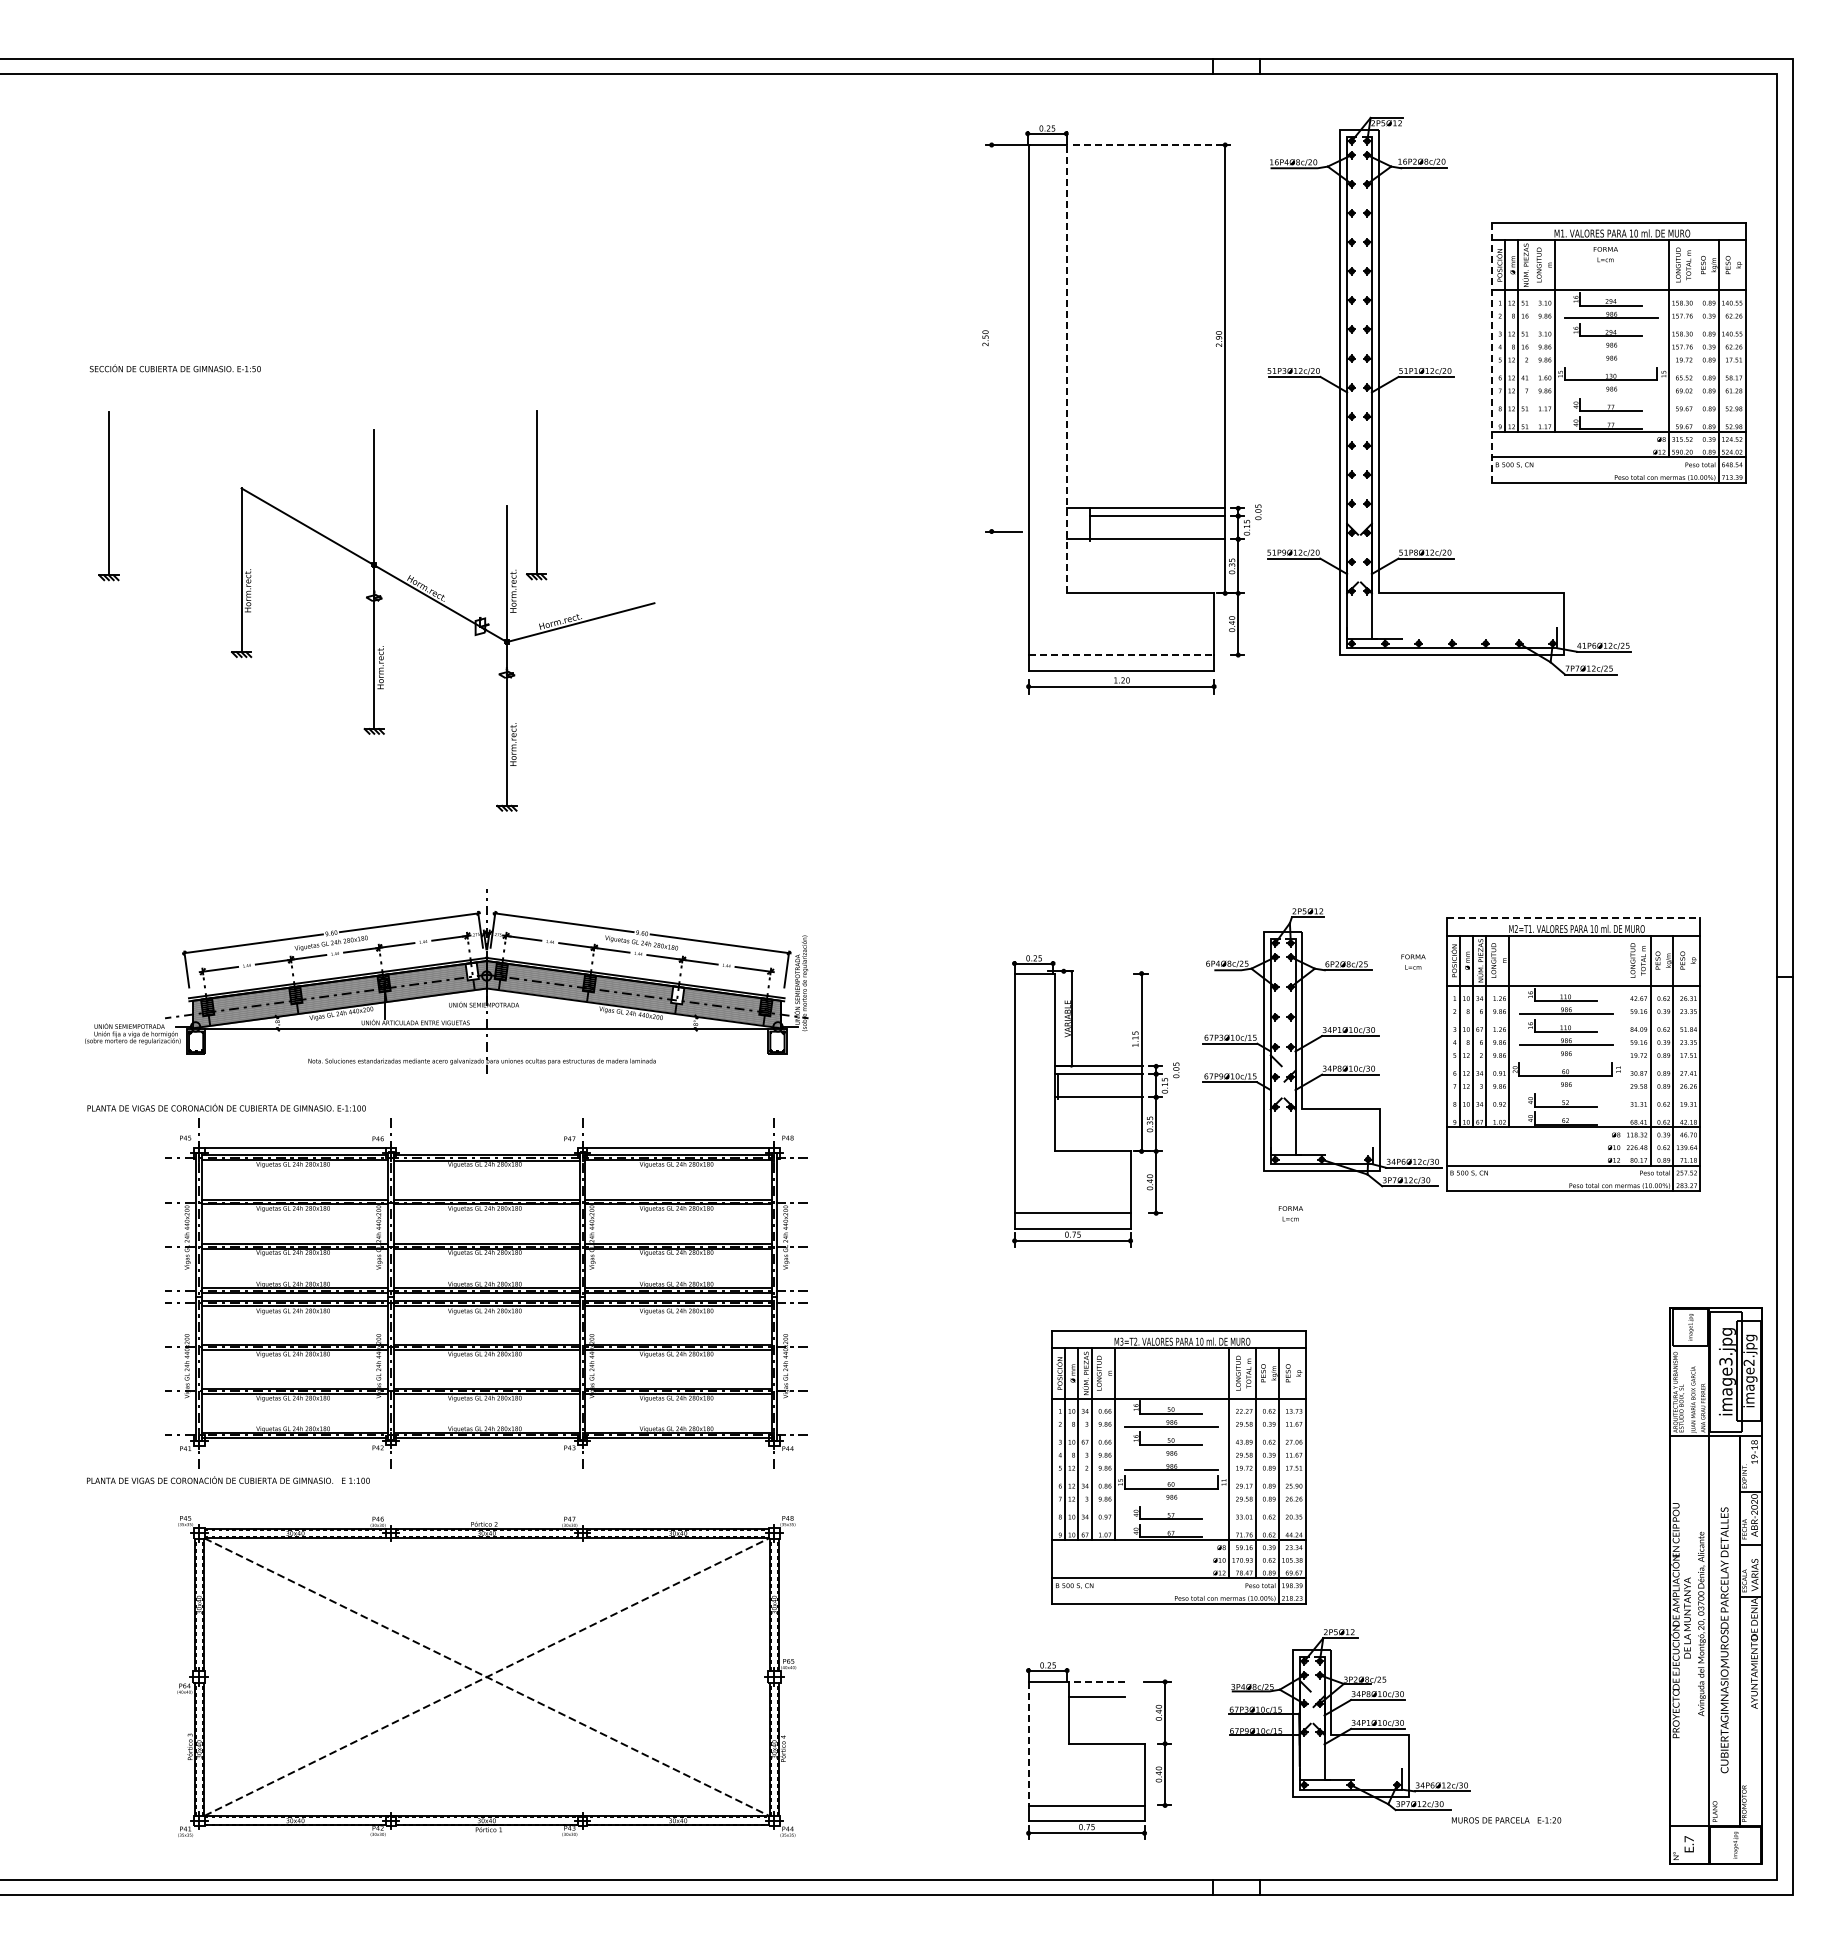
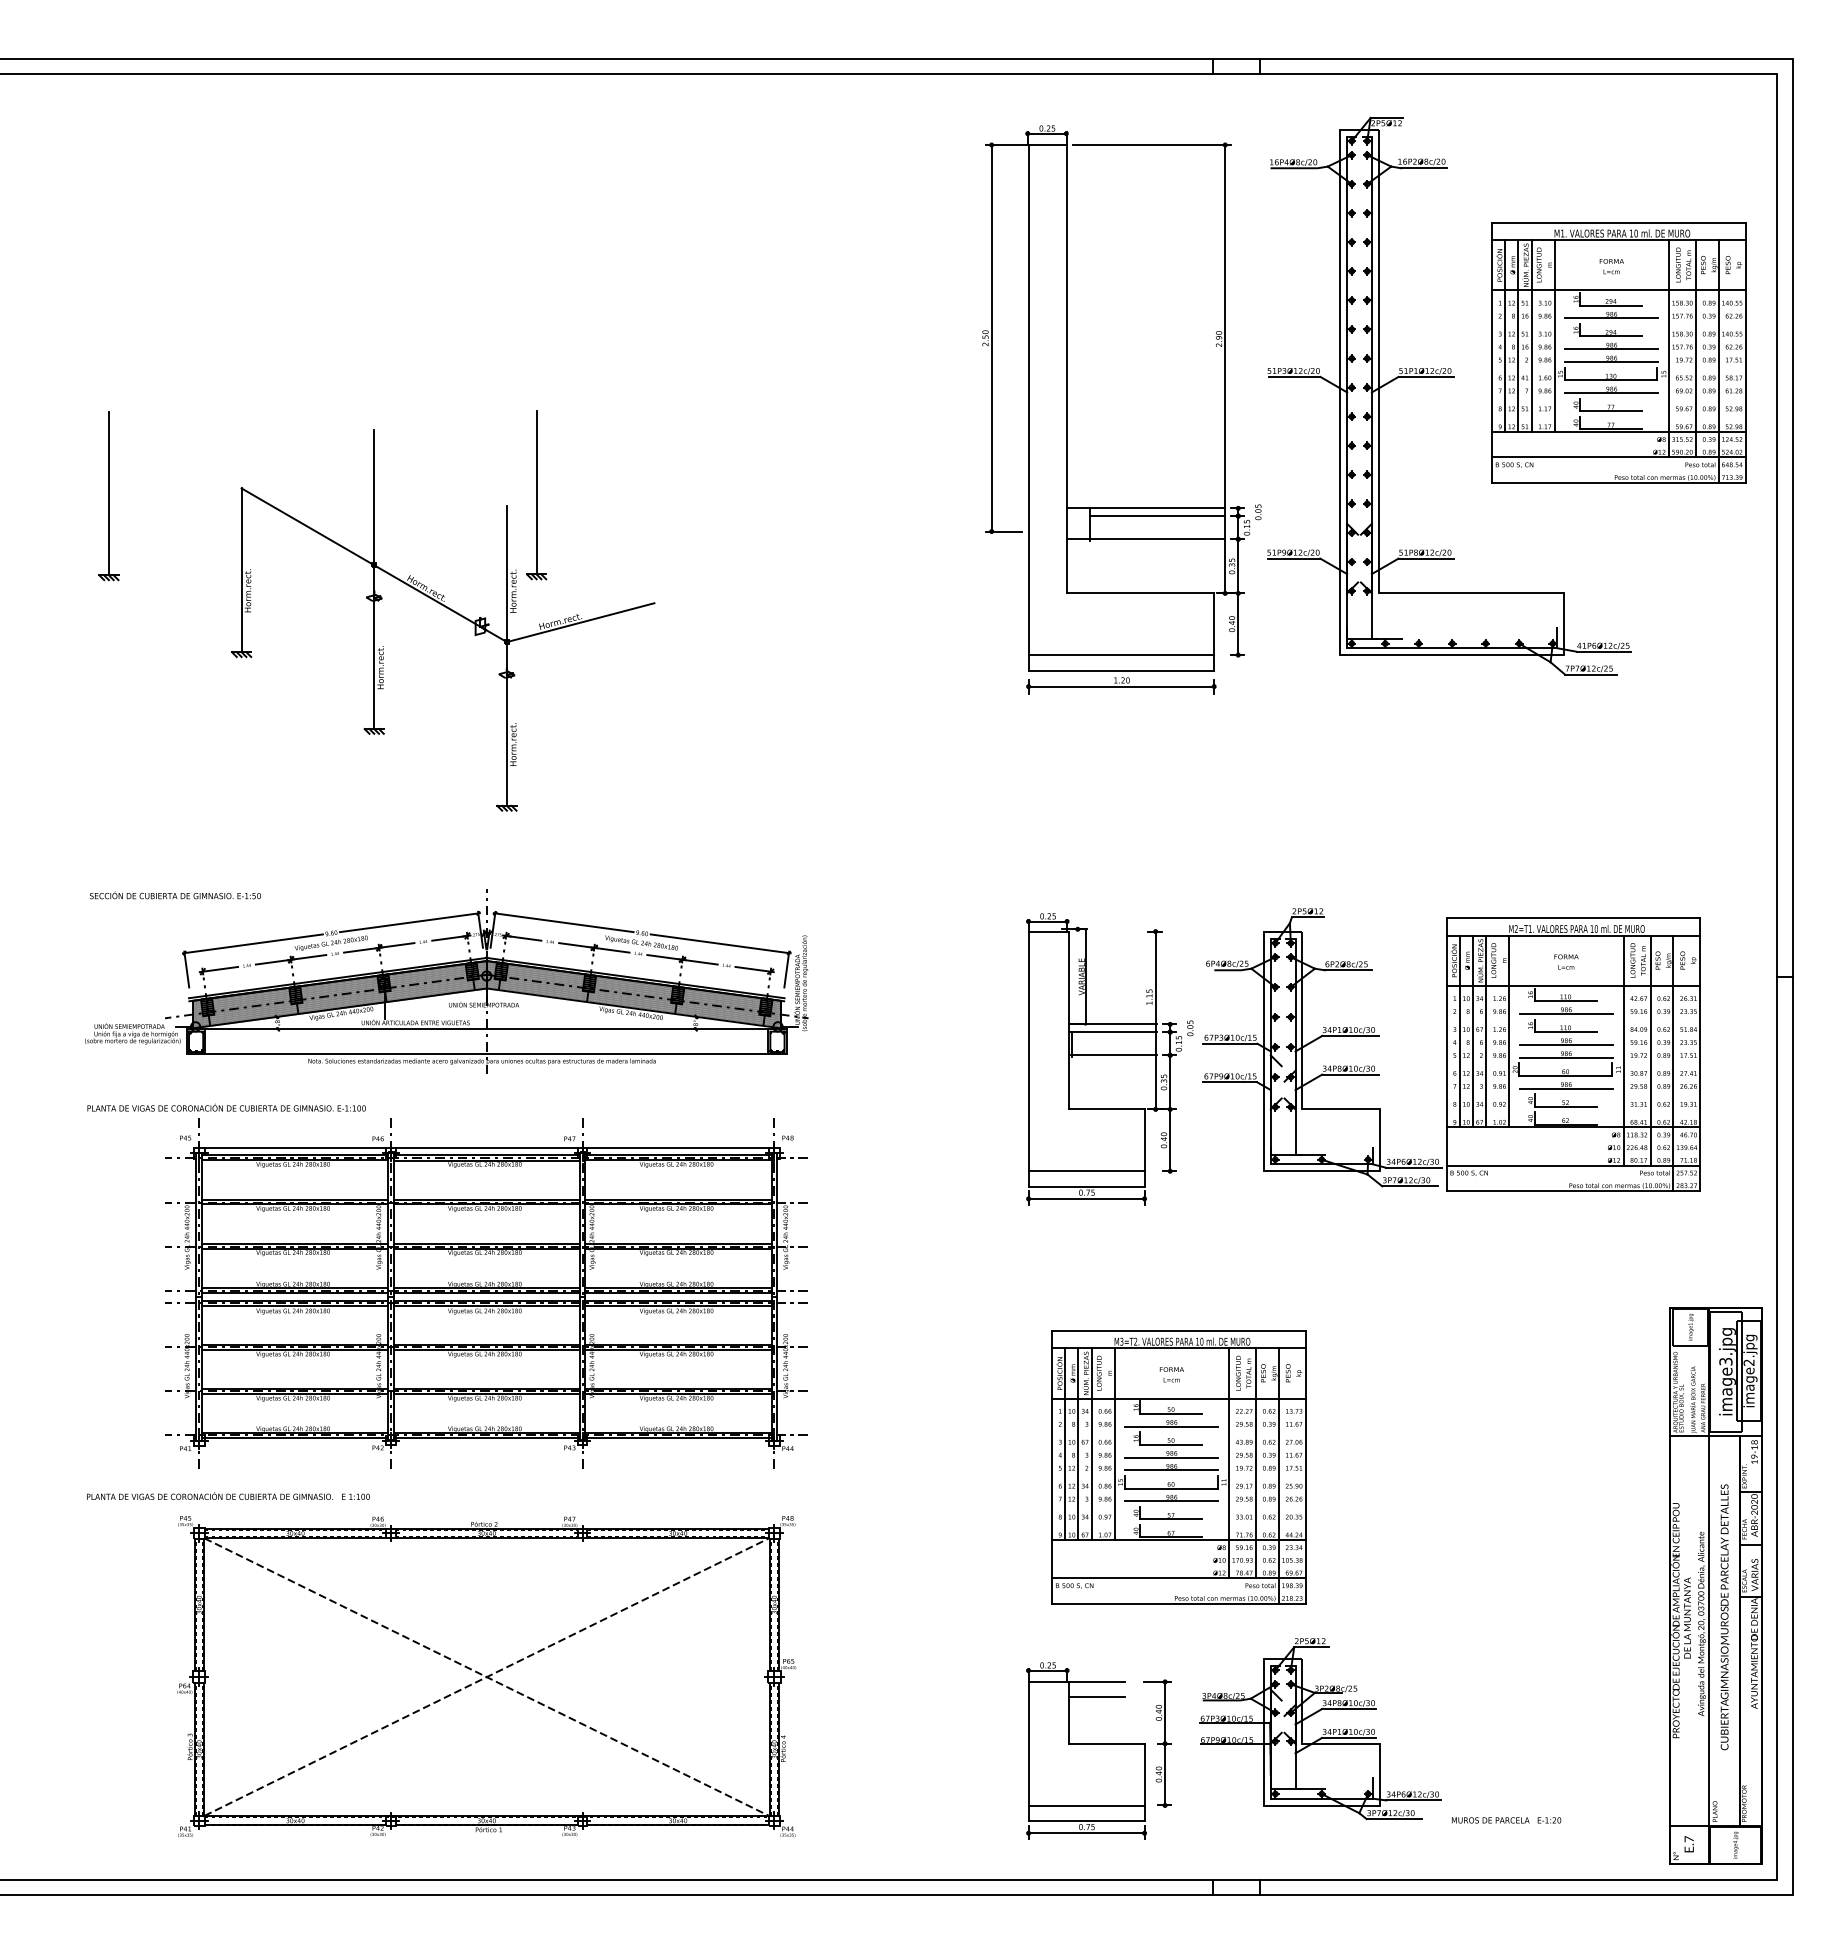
line at (1152, 145): dashed -> solid
text at (1605, 254) position: (1605, 254) -> (1611, 266)
line at (1531, 336): none -> present
line at (991, 338): none -> present
line at (1695, 348): none -> present
line at (1611, 349): none -> present
line at (1492, 352): dashed -> solid
line at (1611, 362): none -> present
text at (174, 368) position: (174, 368) -> (174, 895)
line at (1067, 368): dashed -> solid
line at (1611, 393): none -> present
line at (1121, 655): dashed -> solid
line at (1573, 918): dashed -> solid
text at (1413, 961) position: (1413, 961) -> (1566, 961)
hatch at (471, 970): none -> present
hatch at (677, 995): none -> present
line at (1623, 1050): none -> present
line at (486, 1054): none -> present
line at (1566, 1057): none -> present
line at (1566, 1088): none -> present
part at (1095, 1101) position: (1095, 1101) -> (1109, 1059)
line at (486, 1148): none -> present
text at (1290, 1213) position: (1290, 1213) -> (1171, 1374)
line at (1171, 1457): none -> present
text at (228, 1479) position: (228, 1479) -> (228, 1495)
line at (1171, 1501): none -> present
text at (1724, 1640) position: (1724, 1640) -> (1724, 1617)
line at (1096, 1681): dashed -> solid
part at (1349, 1720) position: (1349, 1720) -> (1320, 1729)
line at (1028, 1743): dashed -> solid
